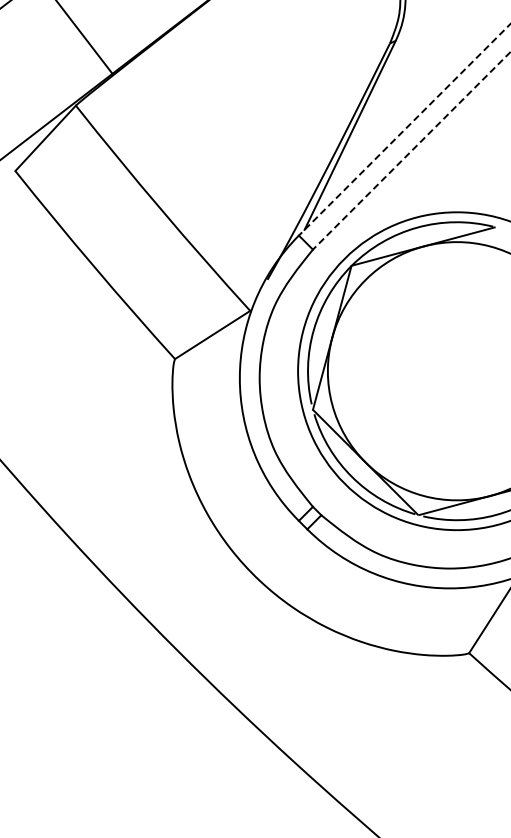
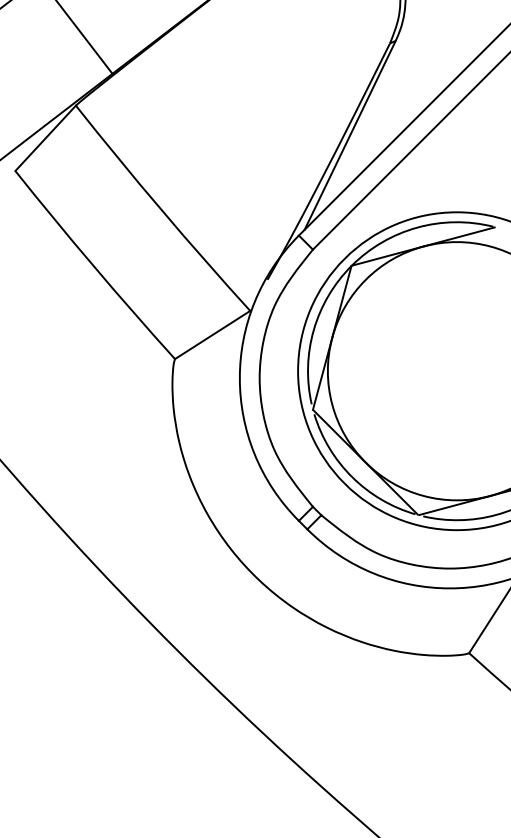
line at (404, 129): dashed -> solid
line at (411, 150): dashed -> solid
